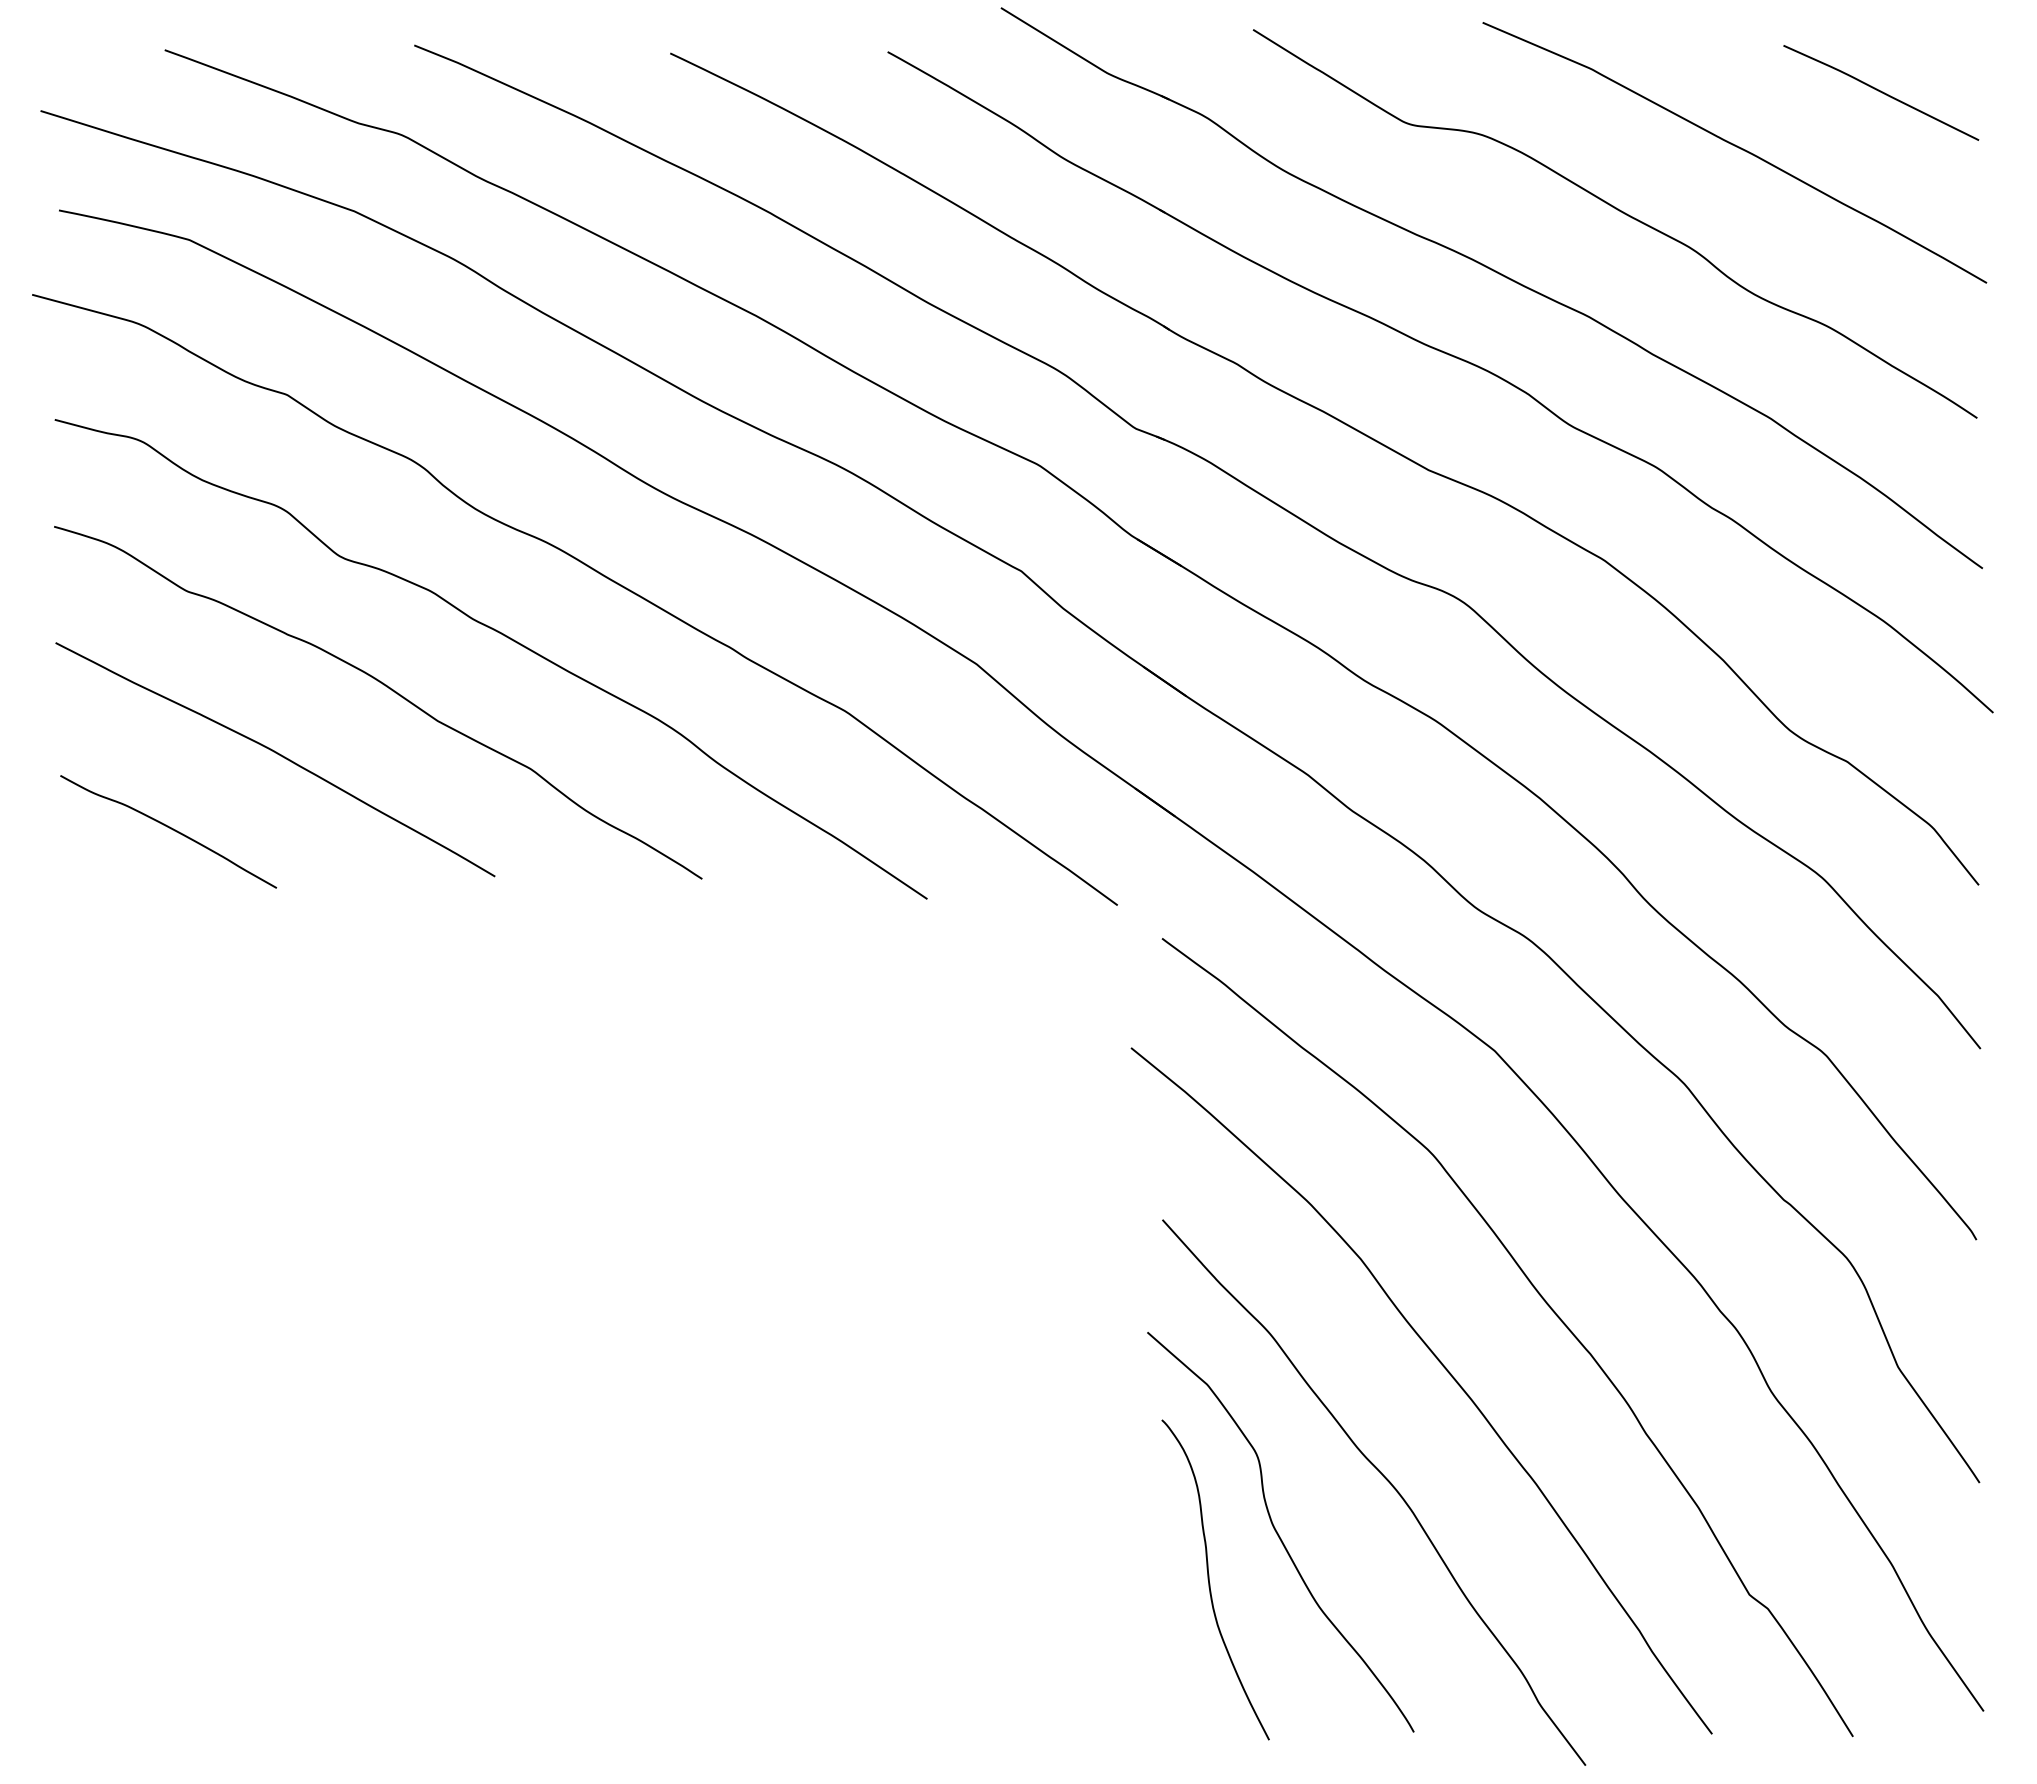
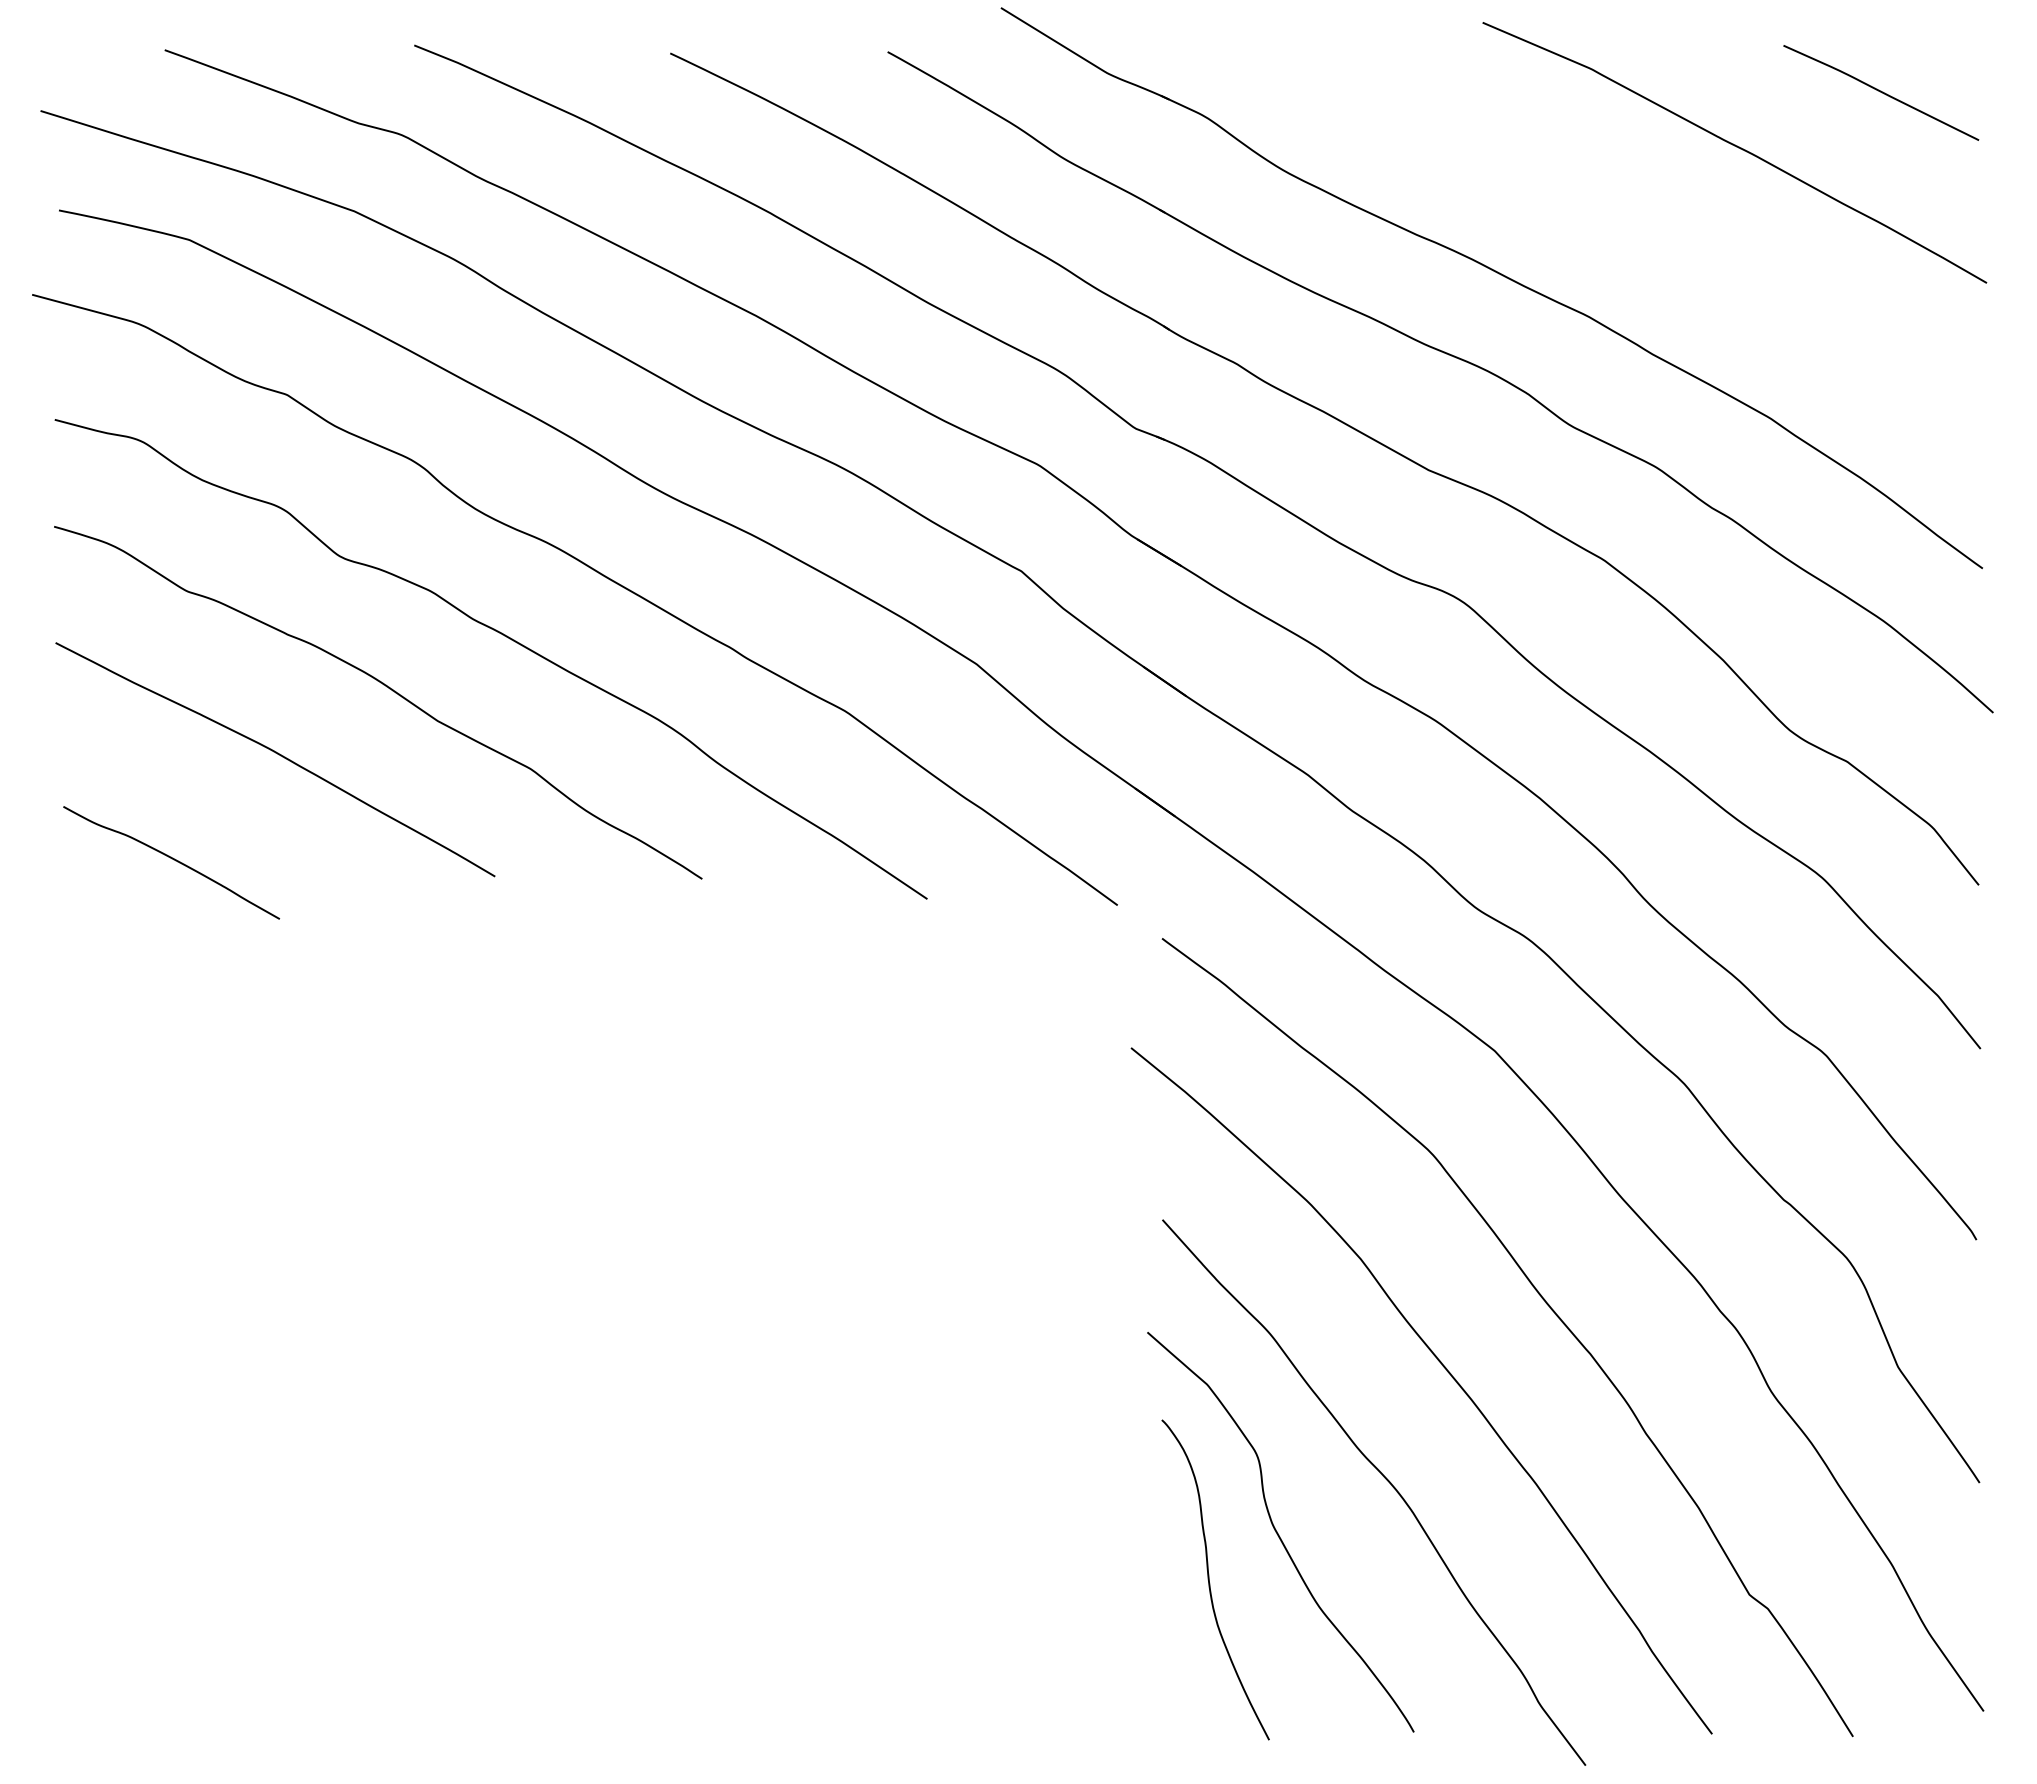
curve at (1620, 212): present -> none
curve at (170, 829) position: (170, 829) -> (173, 860)
